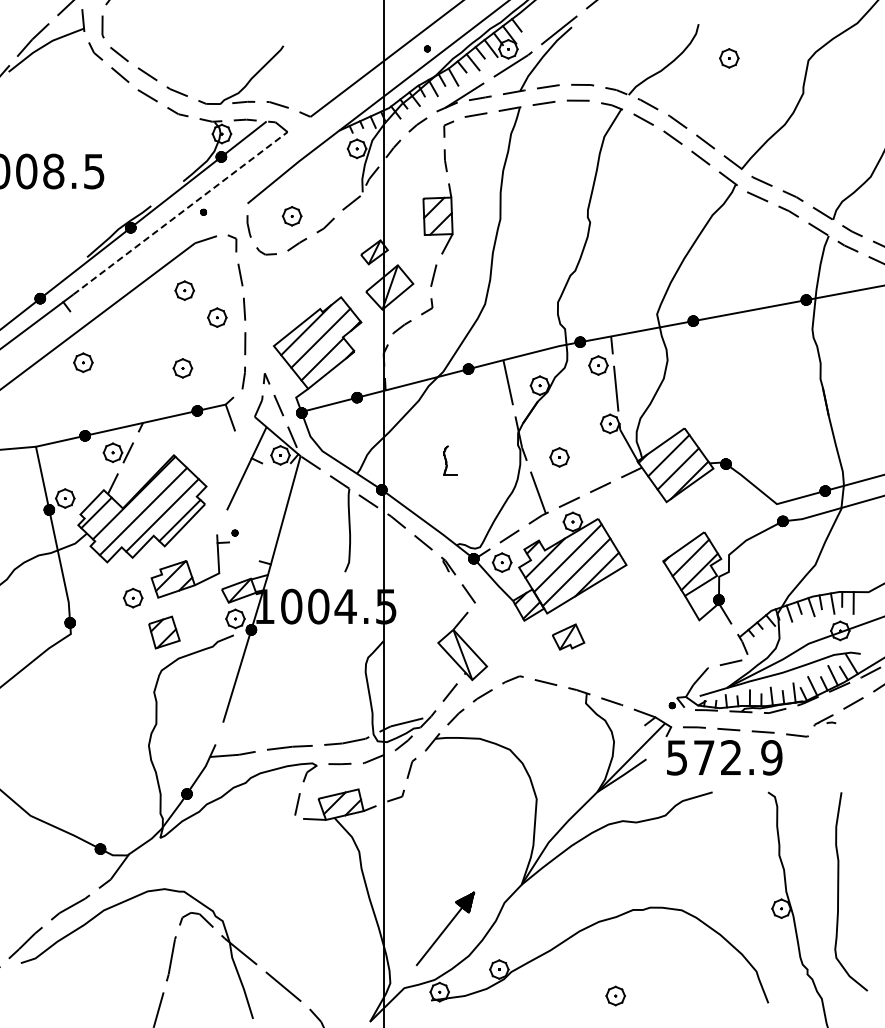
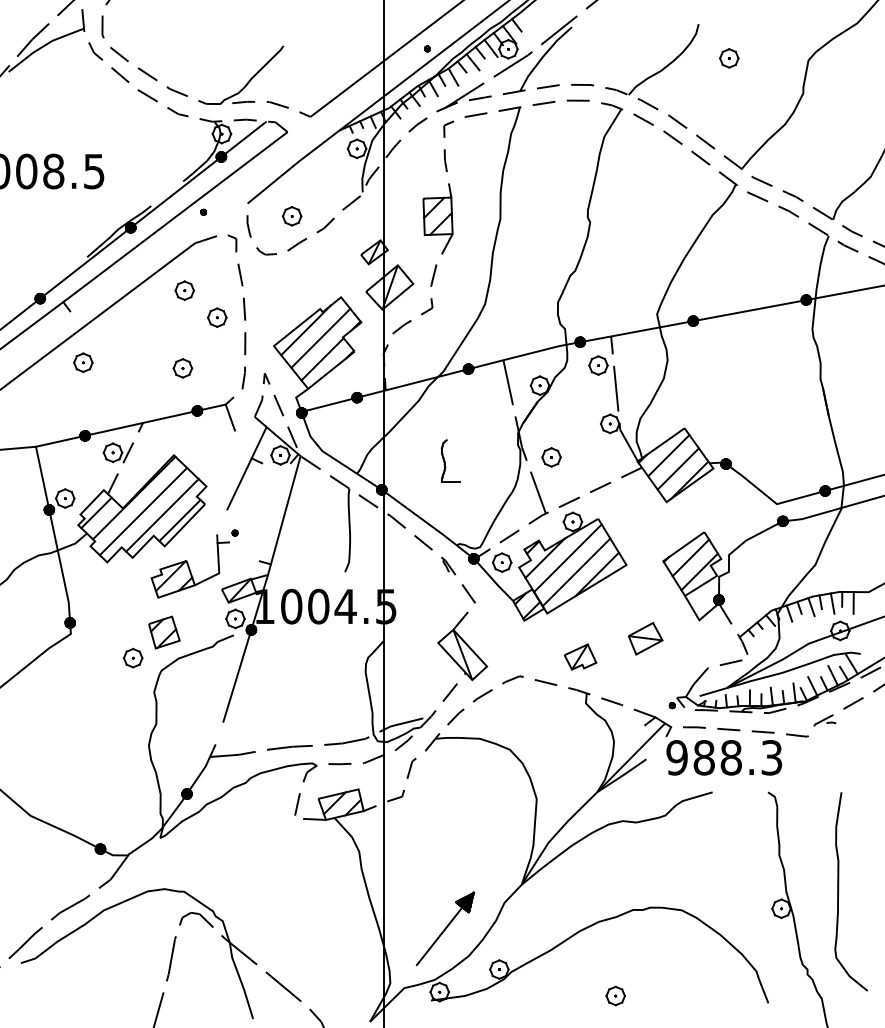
line at (180, 213): dashed -> solid
part at (559, 457) position: (559, 457) -> (551, 457)
part at (450, 460) size: 15x31 px -> 21x44 px
part at (133, 597) position: (133, 597) -> (133, 657)
part at (568, 636) position: (568, 636) -> (580, 656)
part at (645, 638): none -> present
text at (724, 757): 572.9 -> 988.3
